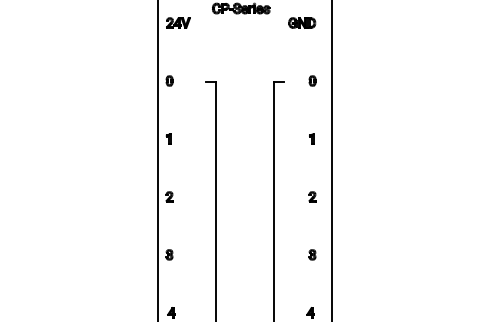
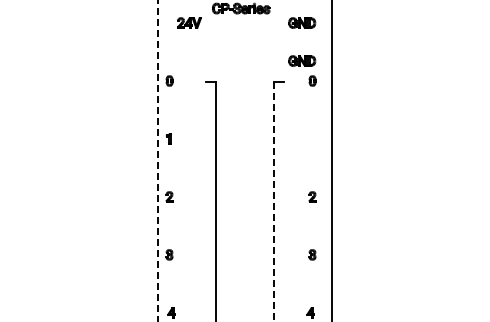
part at (178, 22) position: (178, 22) -> (189, 22)
part at (302, 60): none -> present
part at (311, 138): present -> none
line at (158, 160): solid -> dashed
line at (273, 201): solid -> dashed
